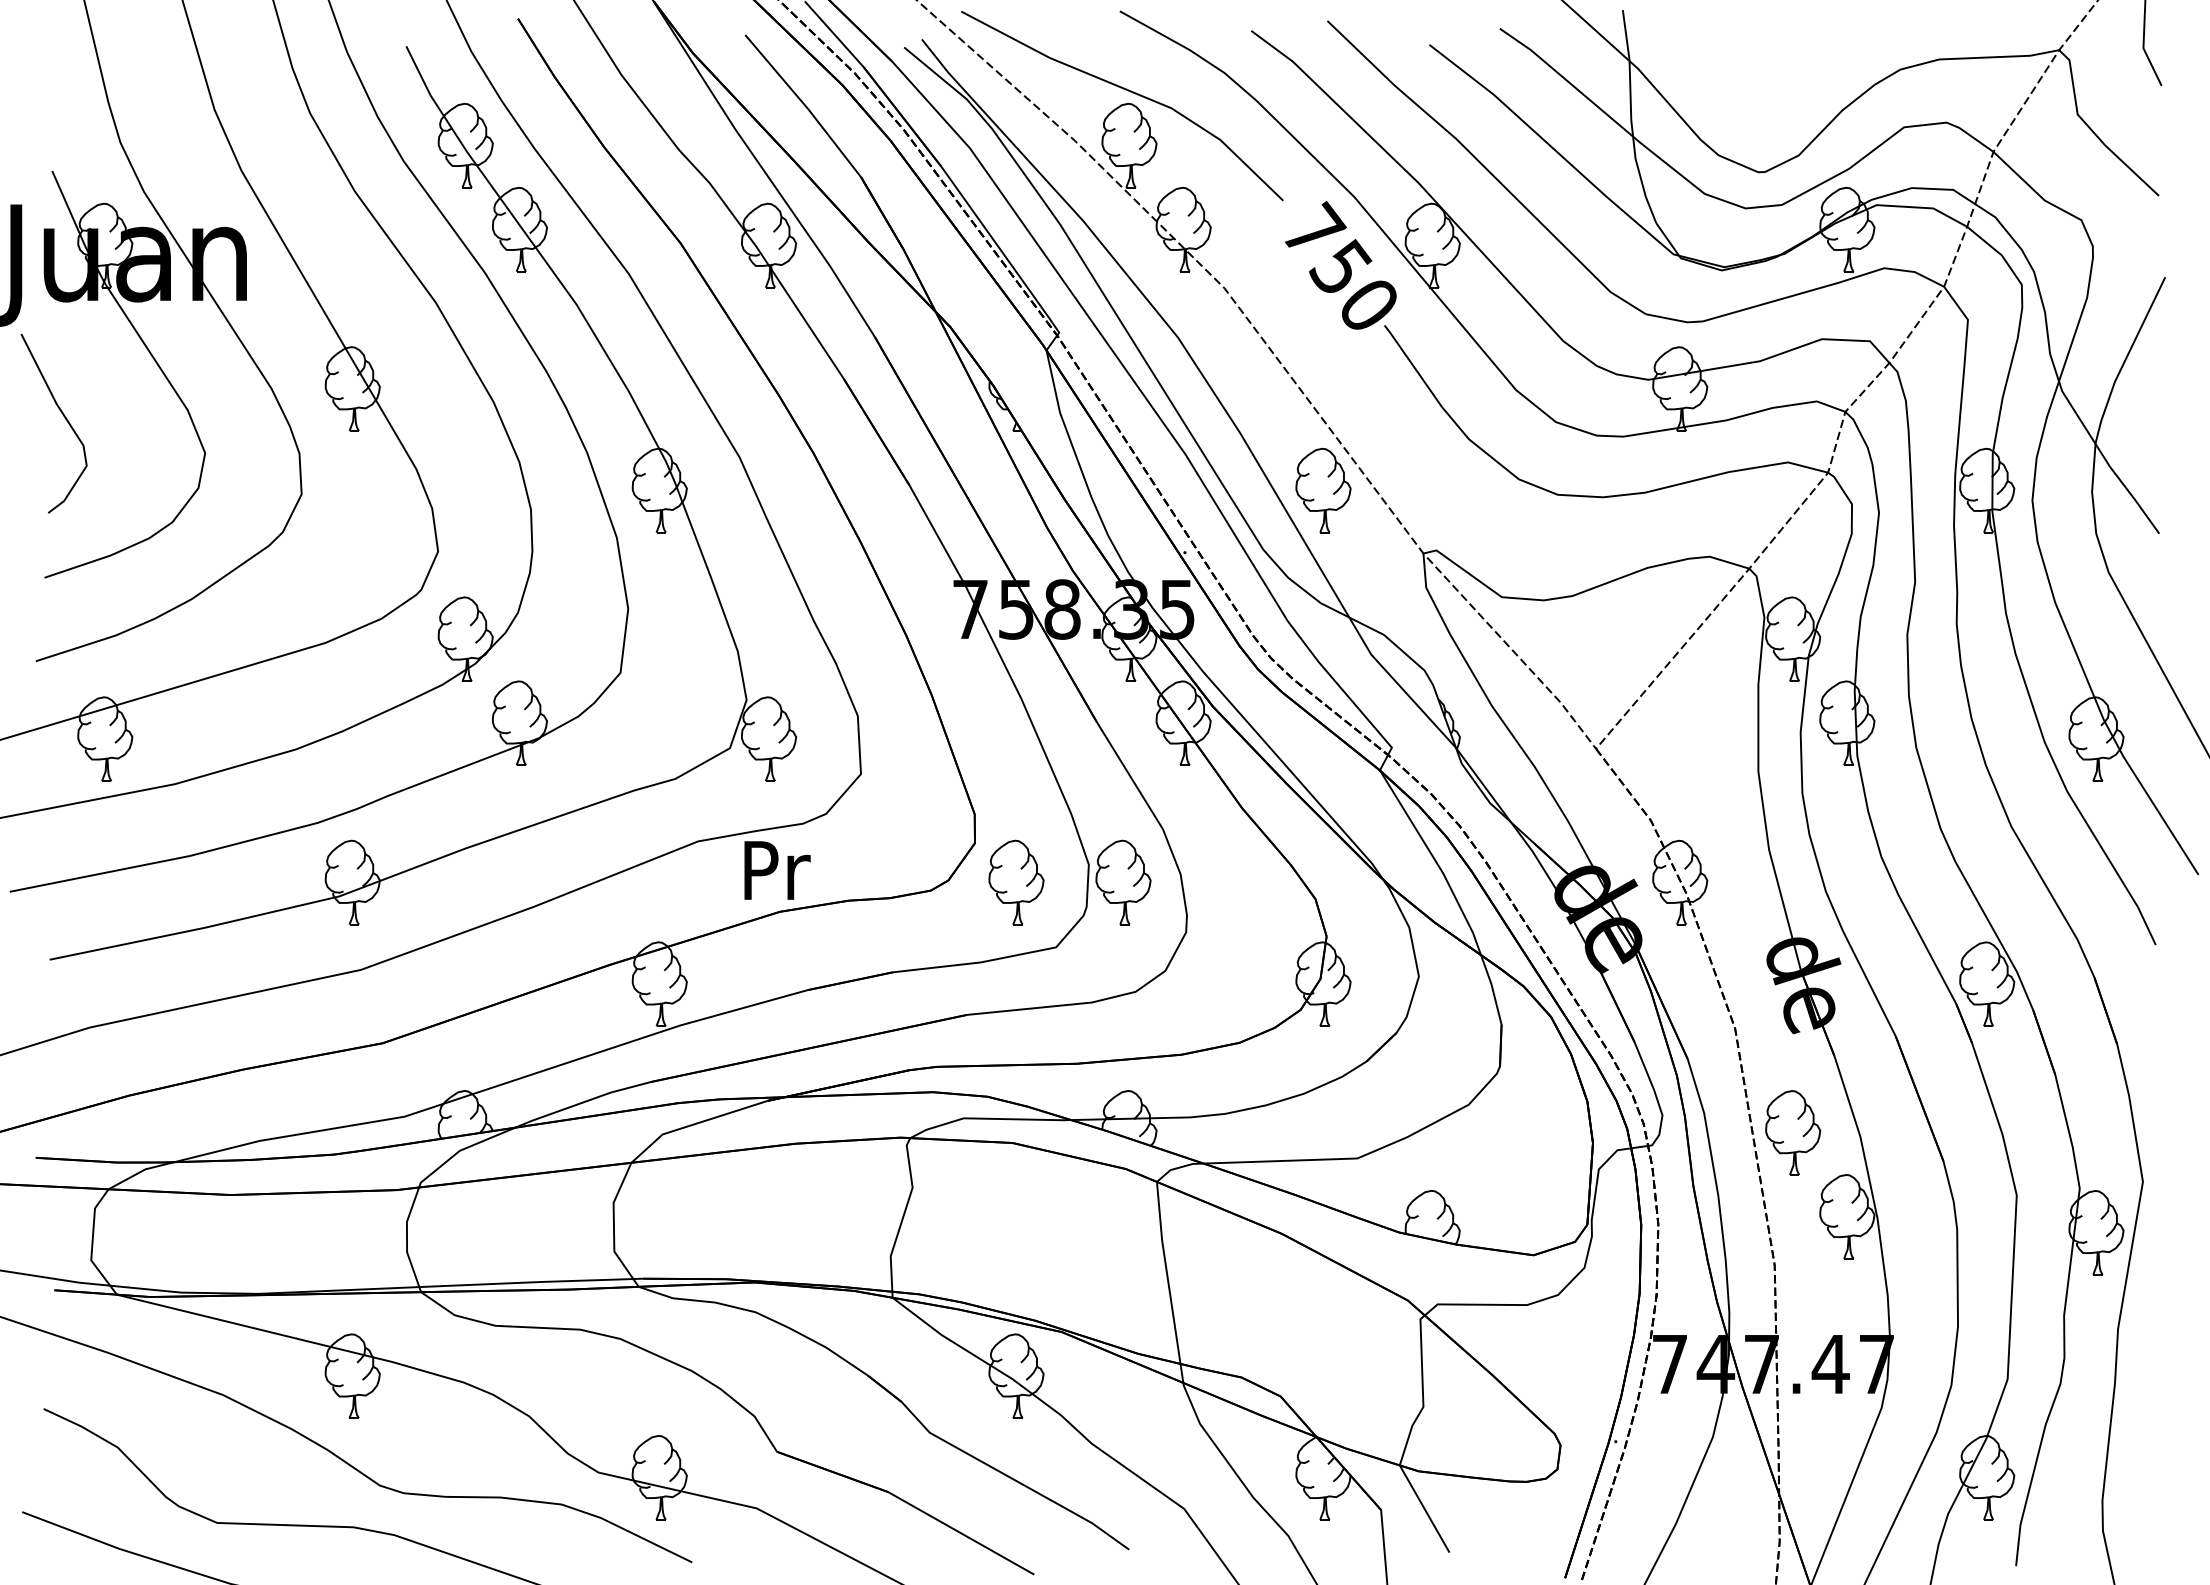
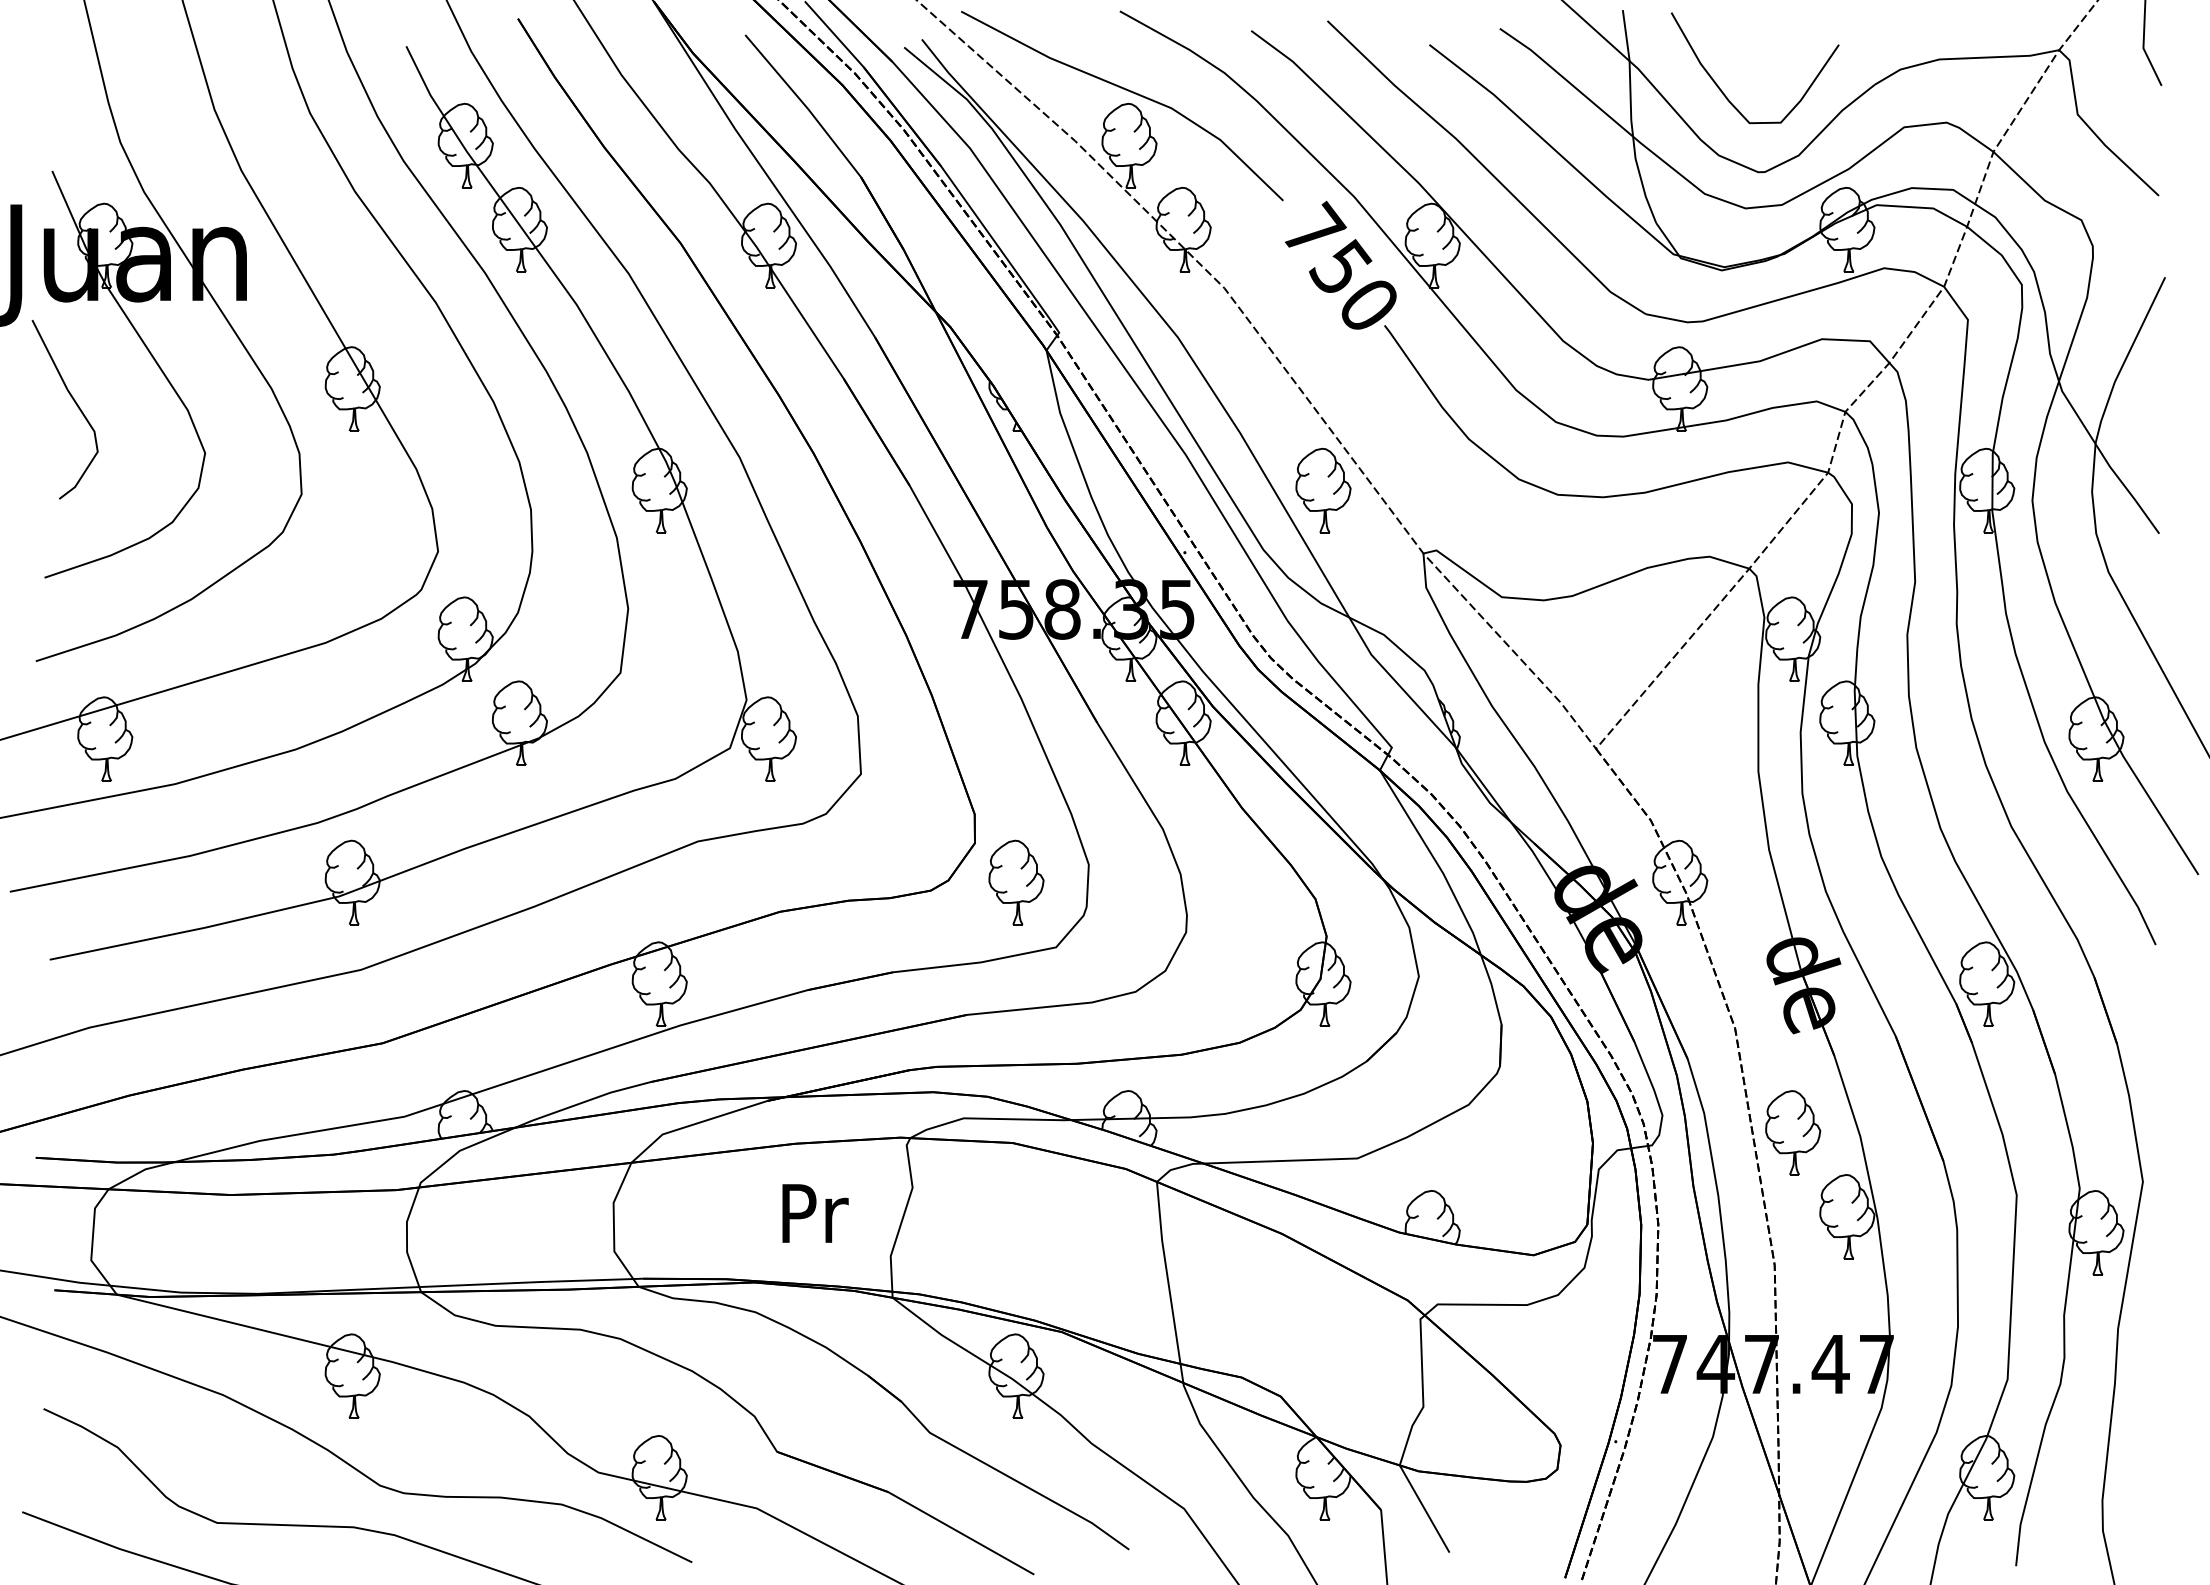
curve at (1722, 90): none -> present
curve at (64, 418) position: (64, 418) -> (75, 404)
text at (777, 870) position: (777, 870) -> (815, 1213)
part at (1123, 882): present -> none
